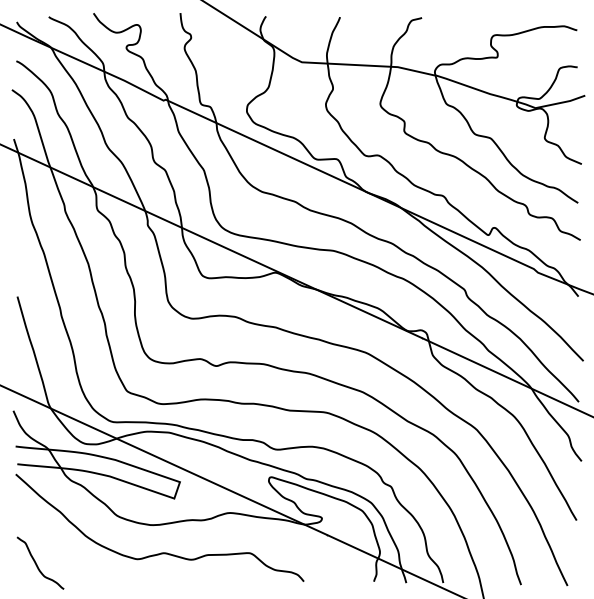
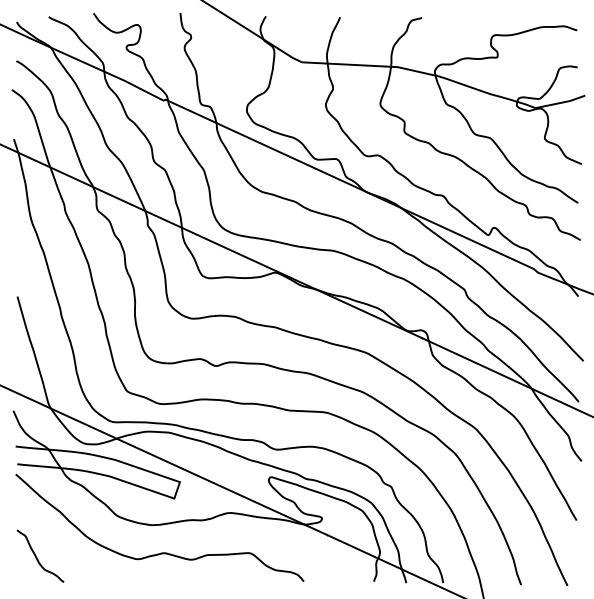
curve at (37, 564) position: (37, 564) -> (37, 557)
